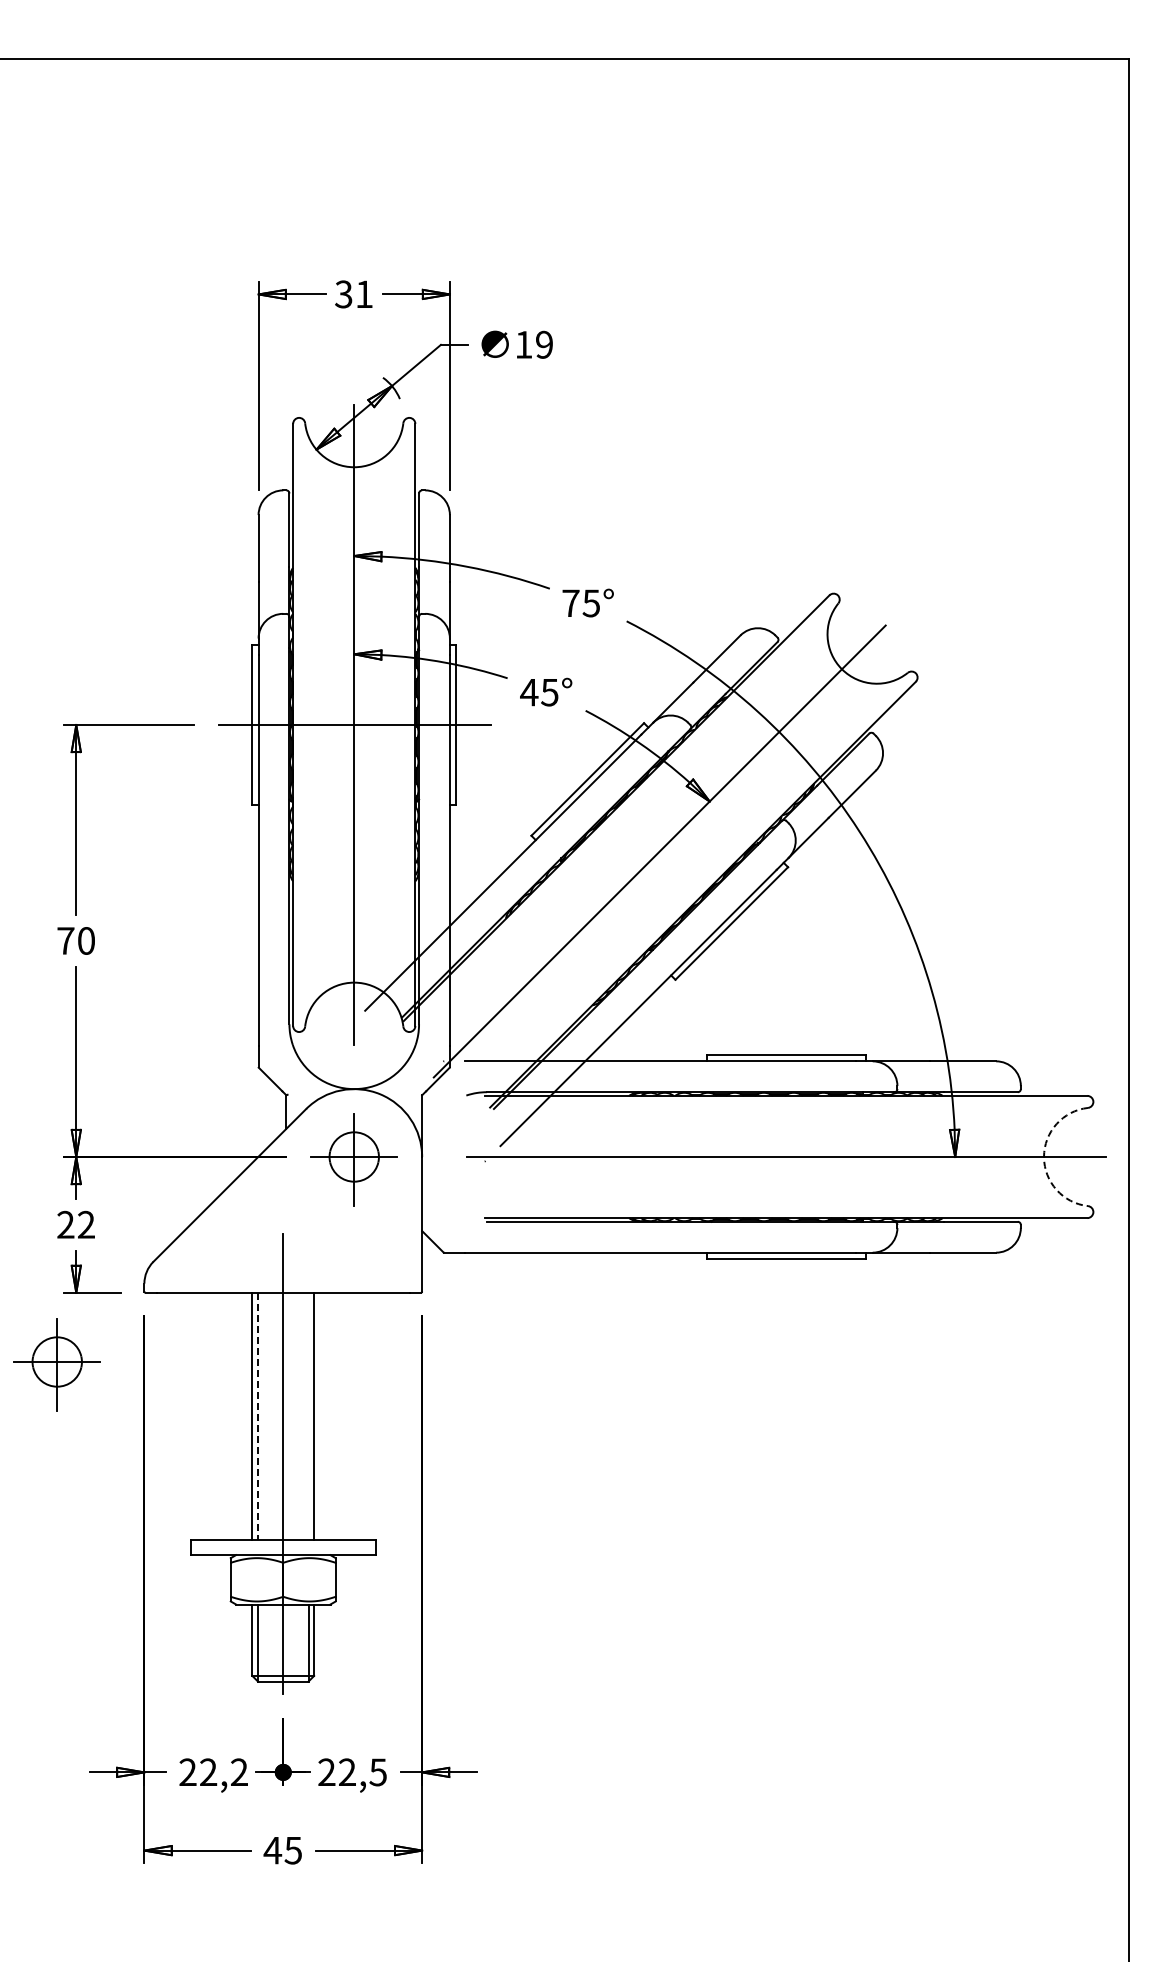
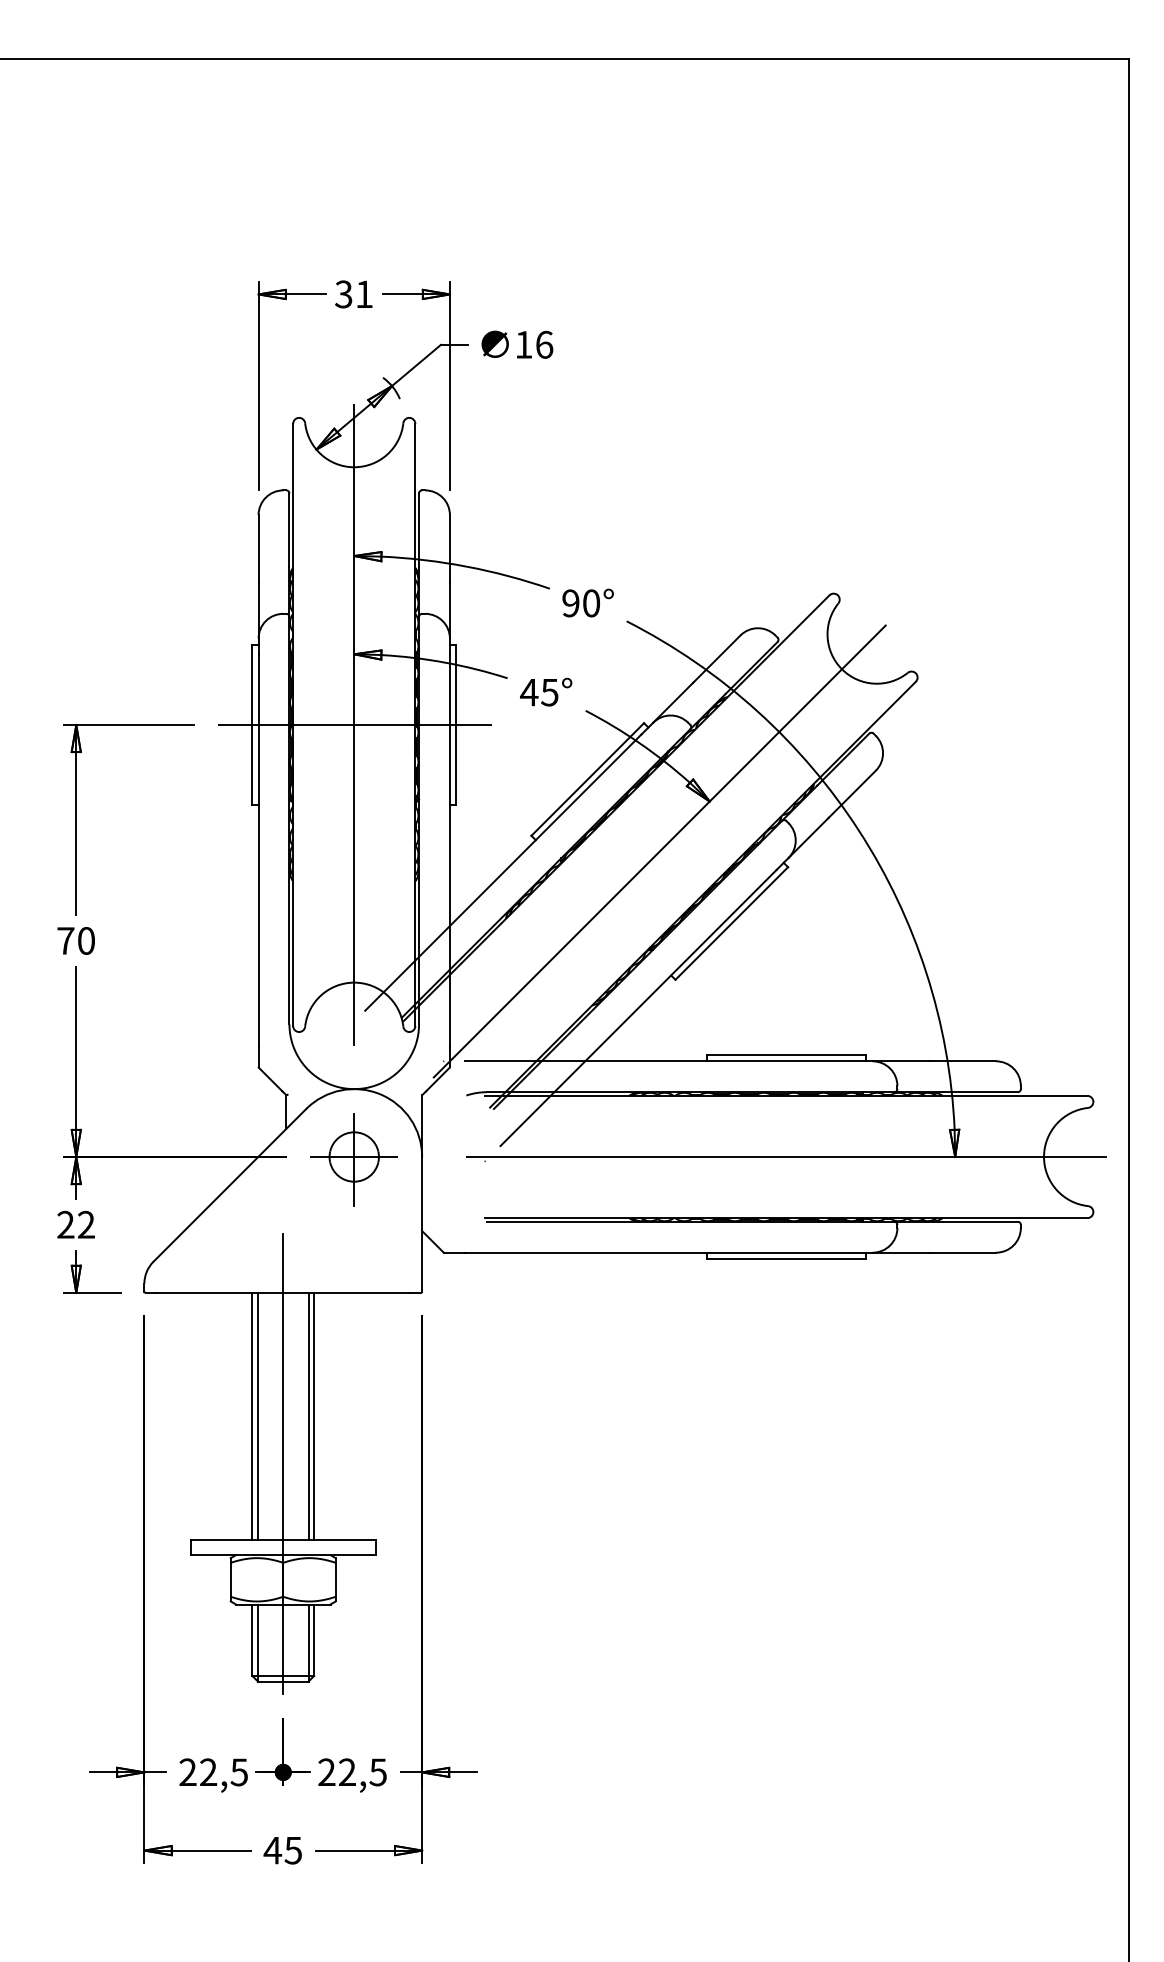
text at (544, 344): 19 -> 16
text at (581, 603): 75° -> 90°
arc at (1044, 1157): dashed -> solid
part at (56, 1364): present -> none
line at (308, 1415): none -> present
line at (257, 1416): dashed -> solid
text at (238, 1772): 22,2 -> 22,5
